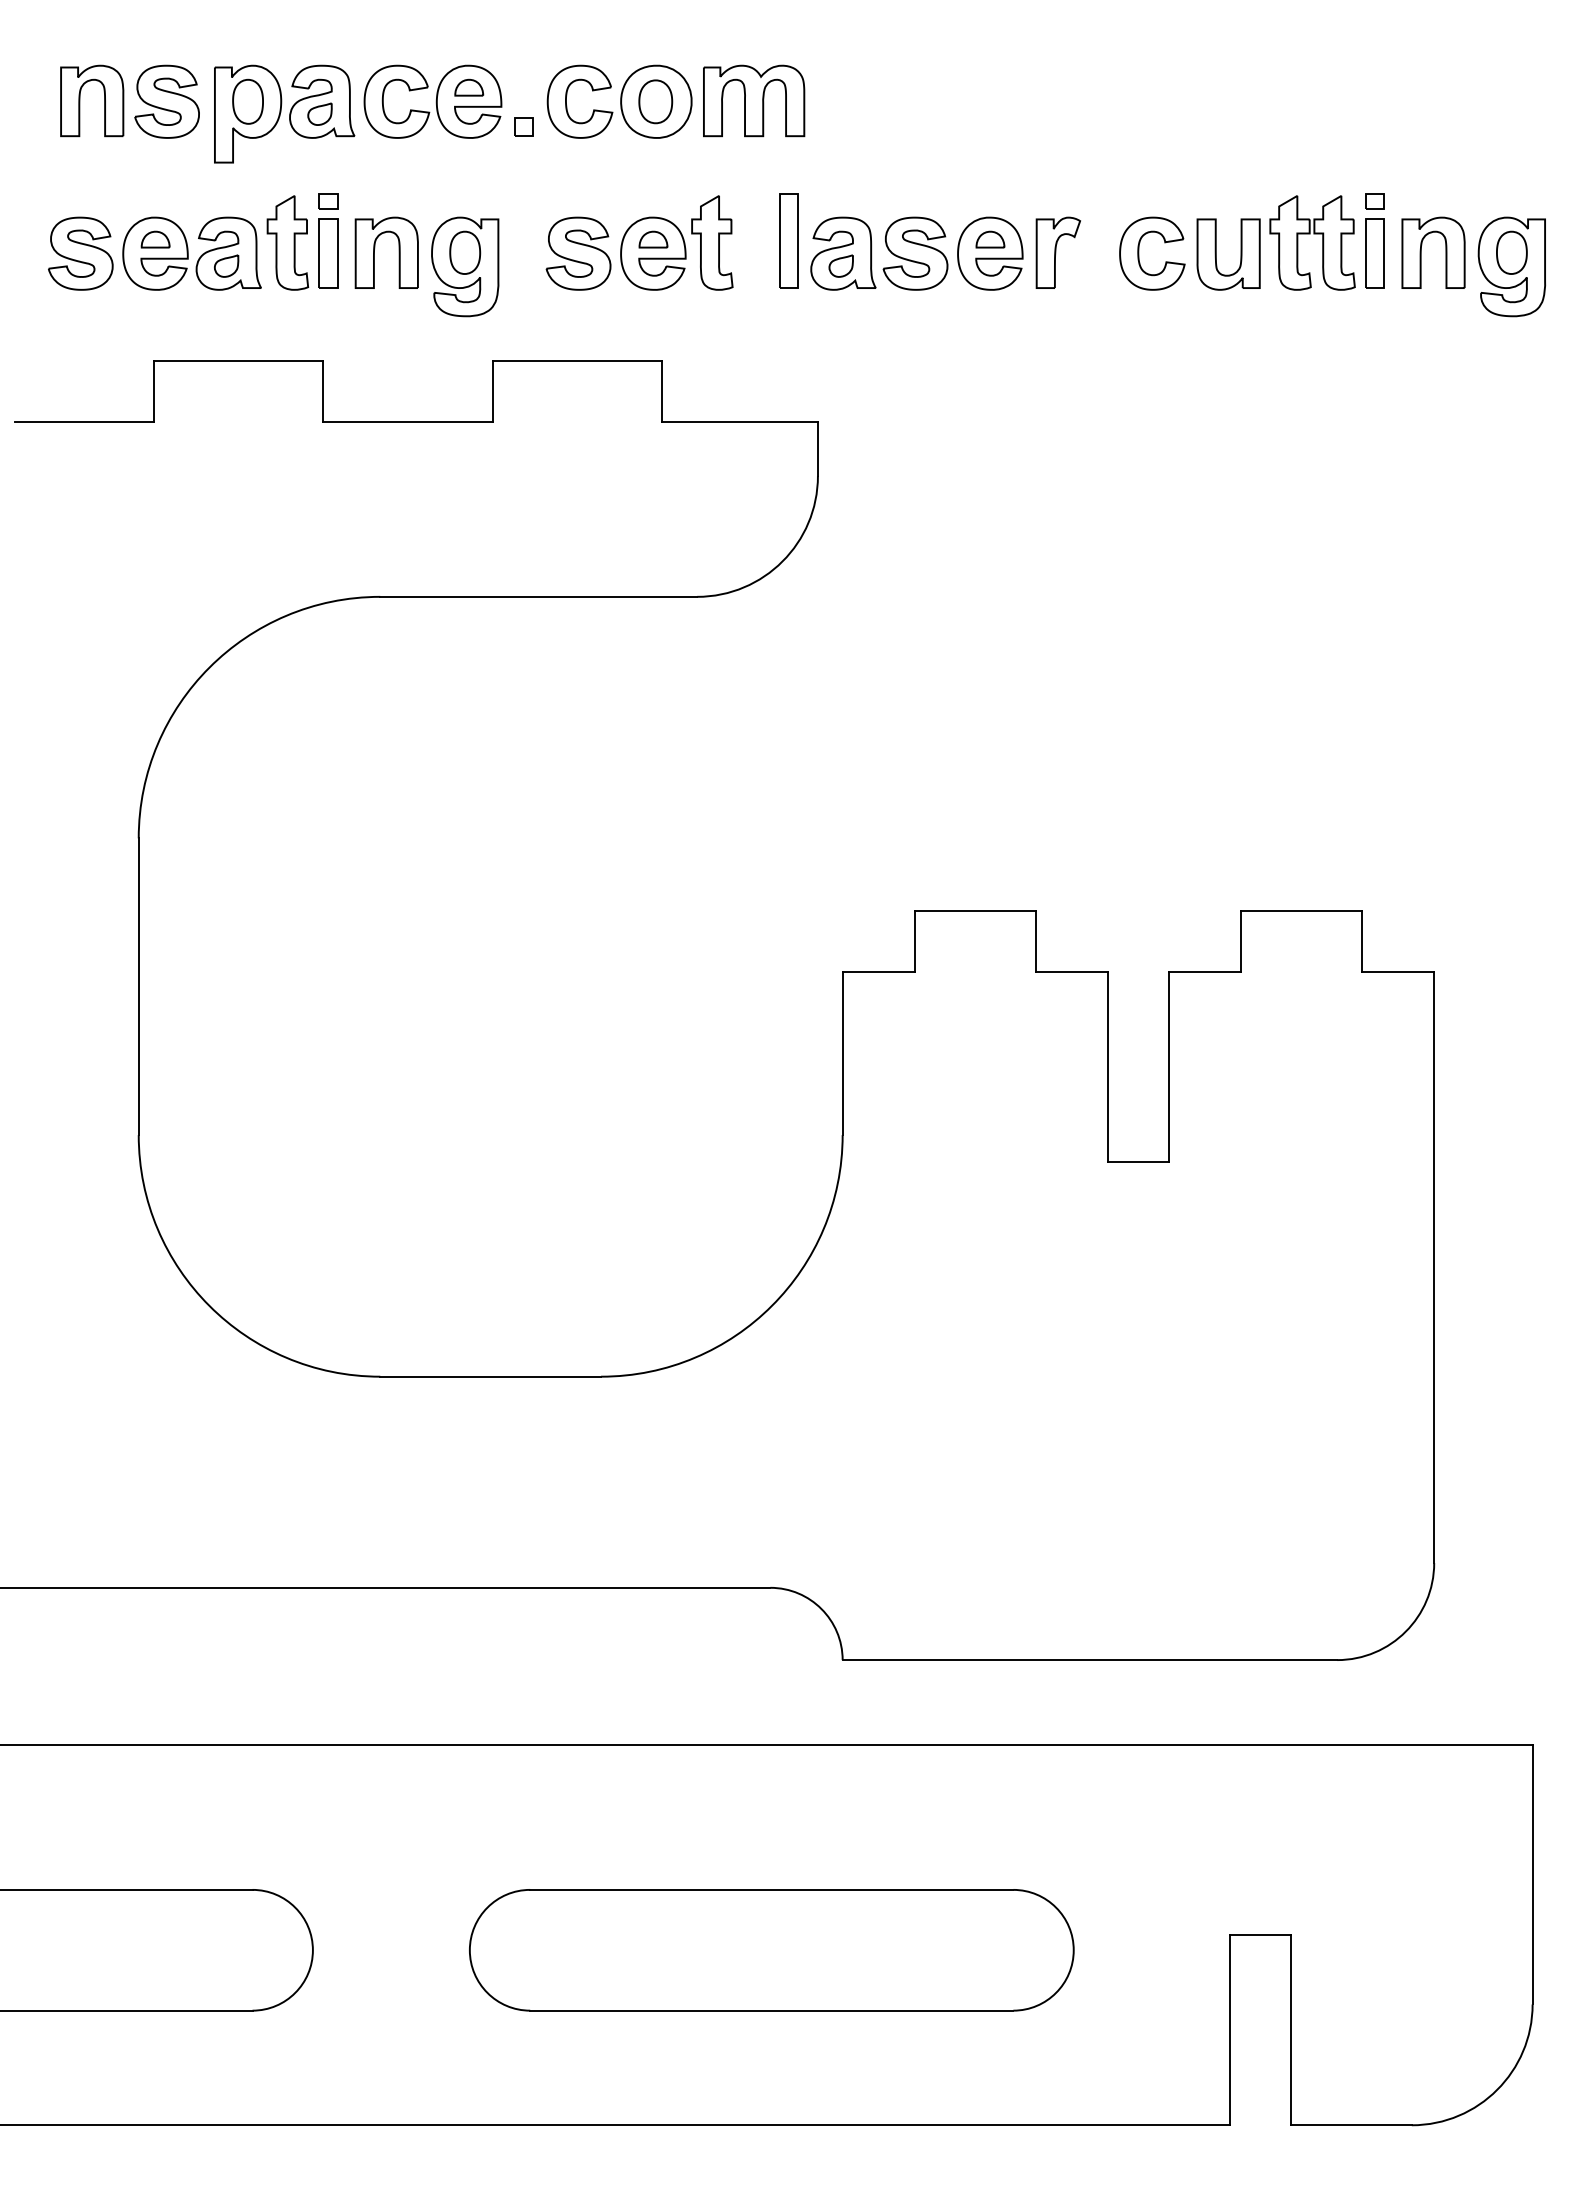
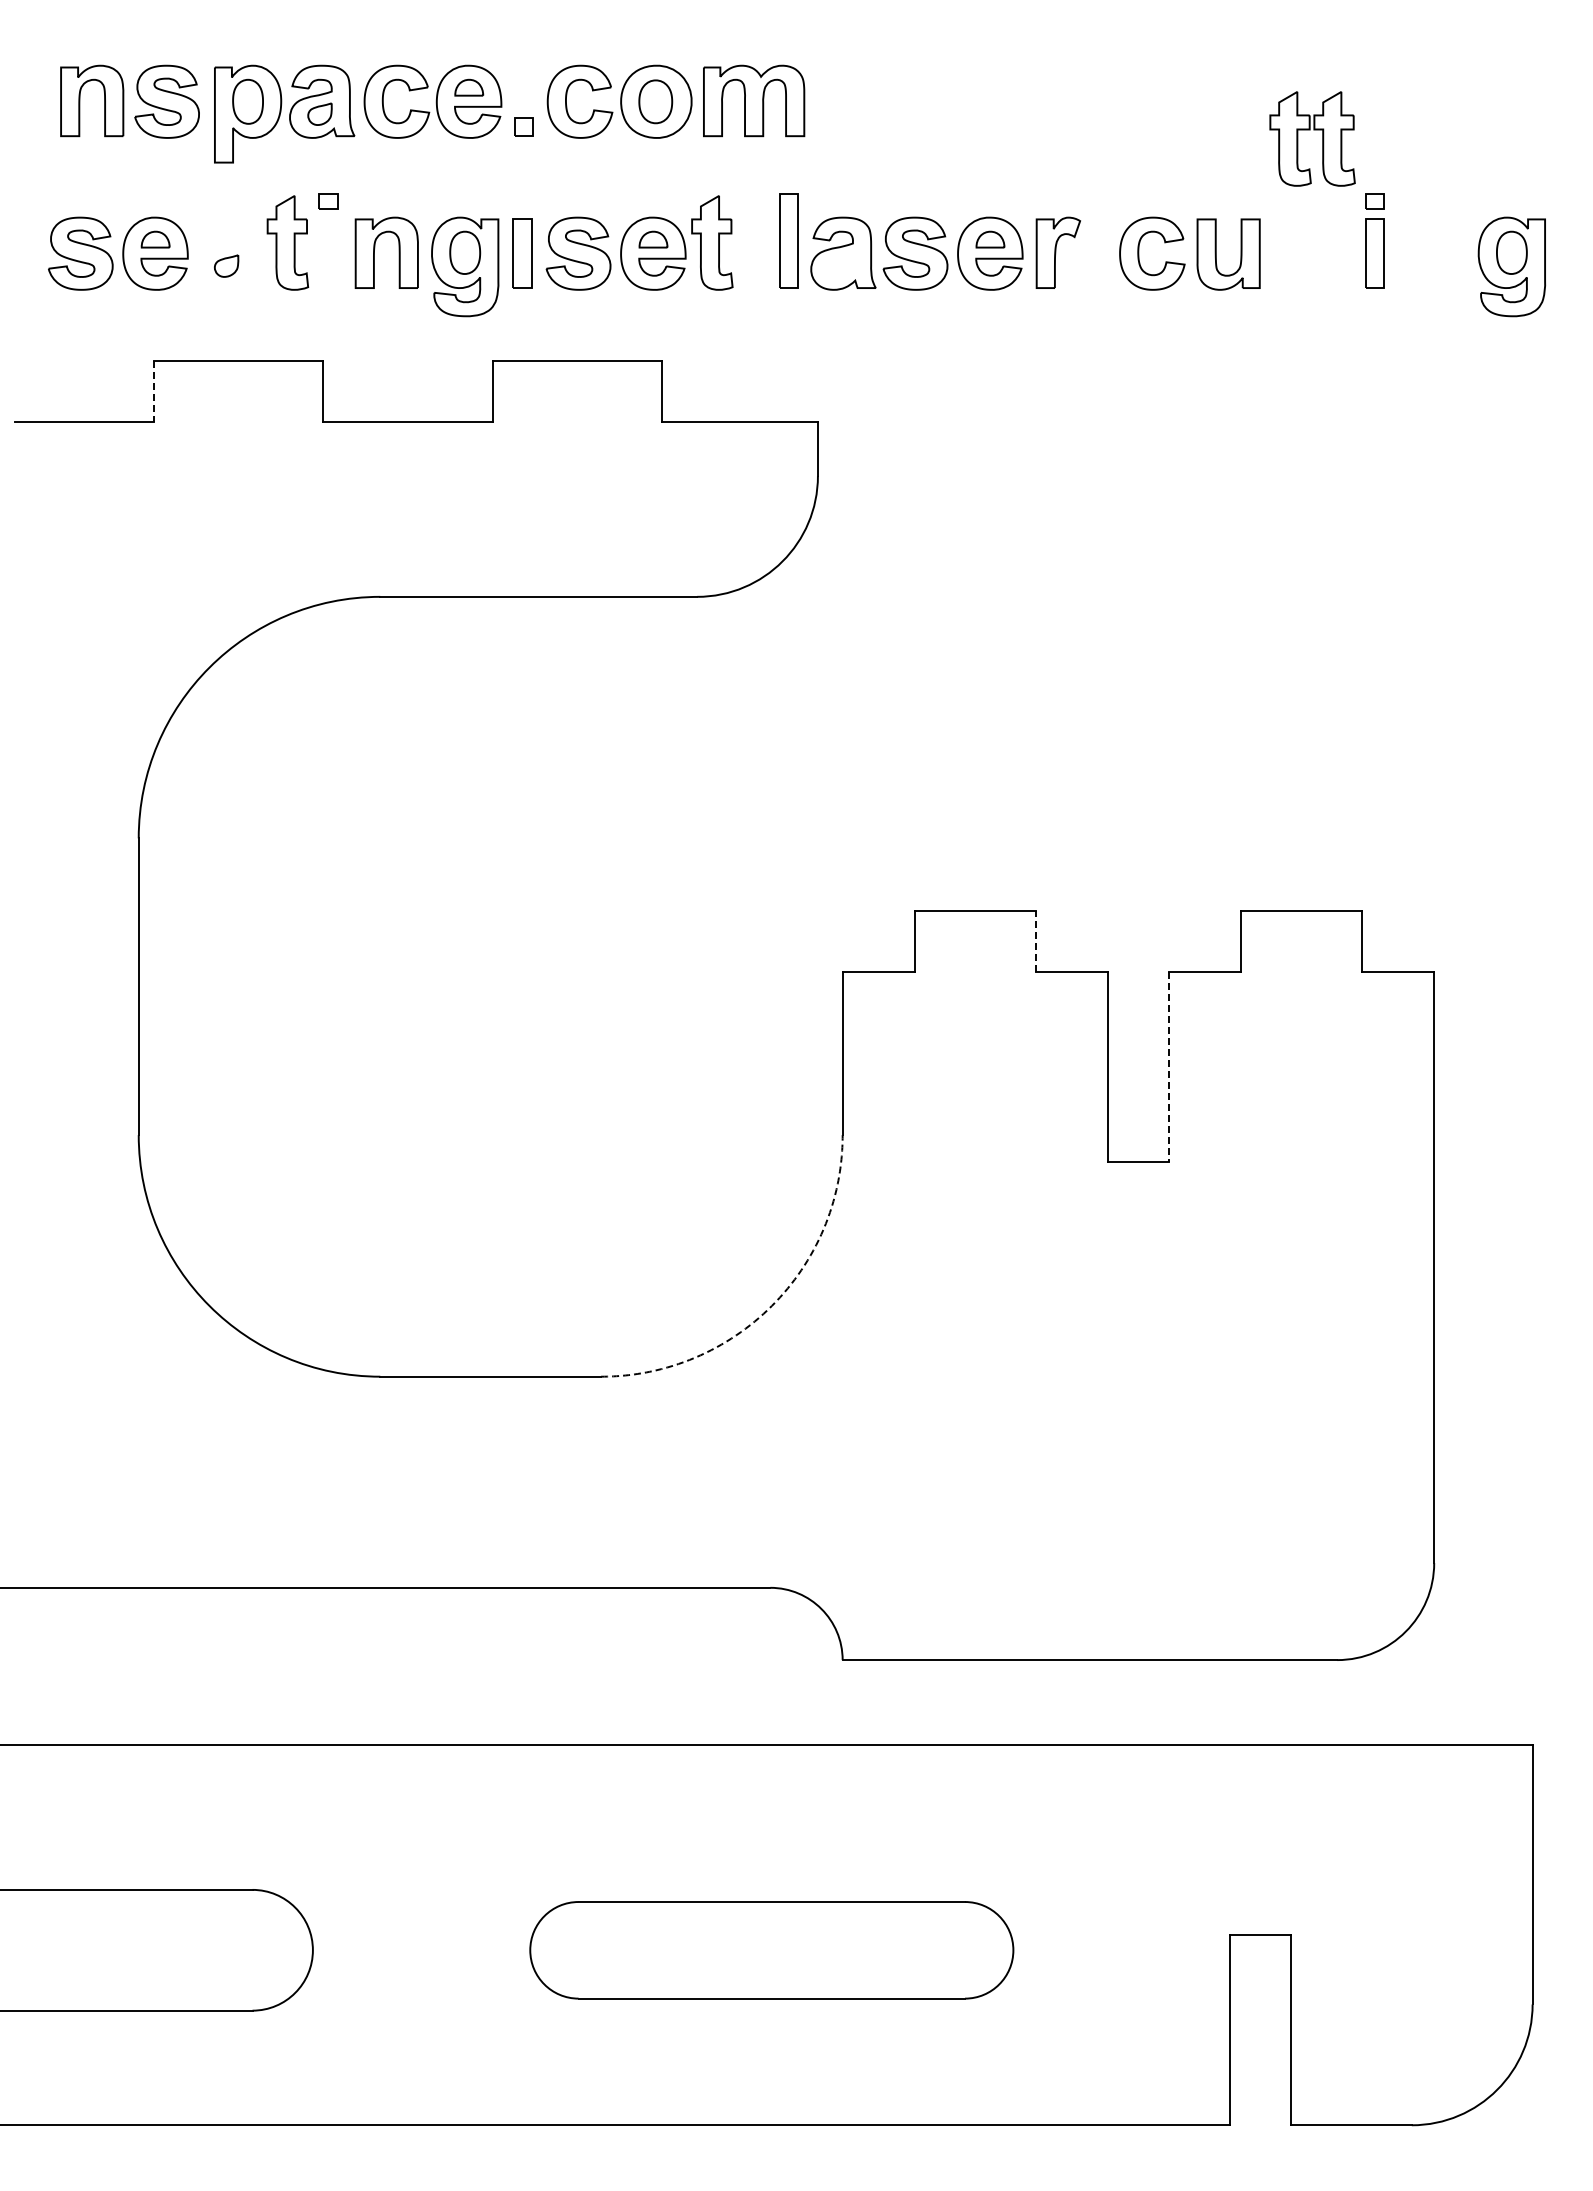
part at (1313, 234) position: (1313, 234) -> (1313, 130)
part at (1421, 252): present -> none
part at (228, 253): present -> none
part at (328, 253) position: (328, 253) -> (522, 253)
part at (840, 265): present -> none
line at (154, 391): solid -> dashed
line at (1035, 940): solid -> dashed
line at (1168, 1067): solid -> dashed
arc at (771, 1305): solid -> dashed
part at (771, 1950) size: 606x123 px -> 486x99 px
